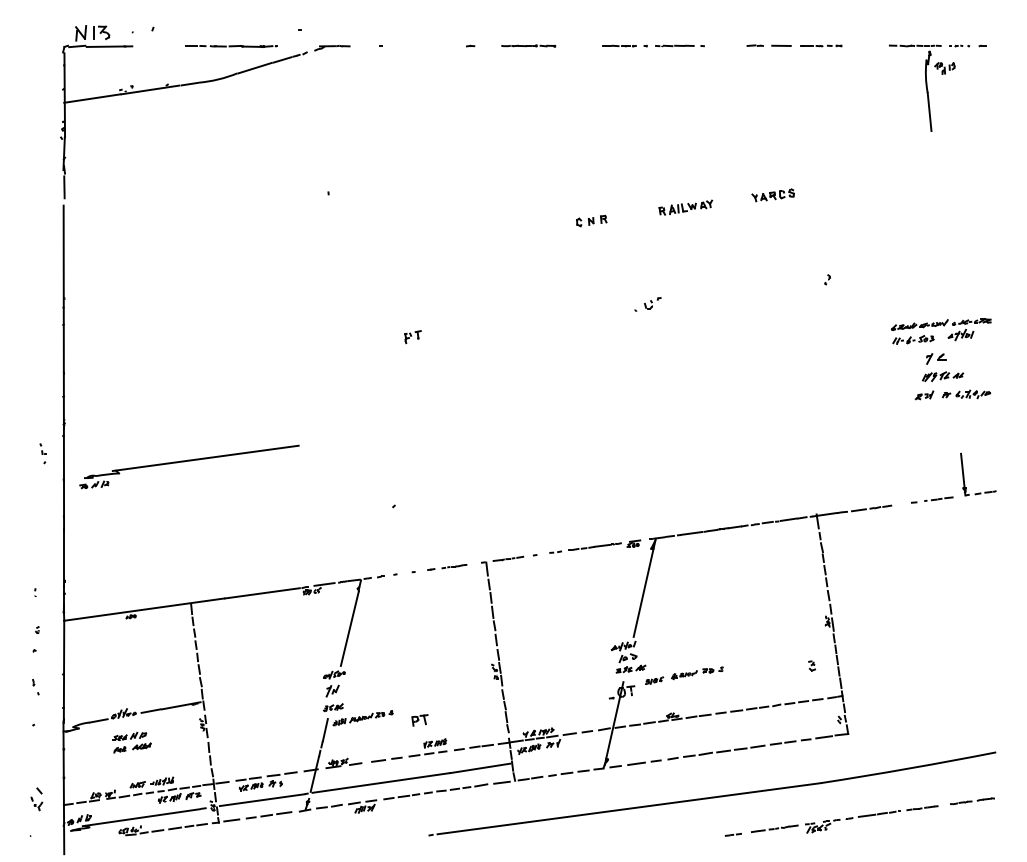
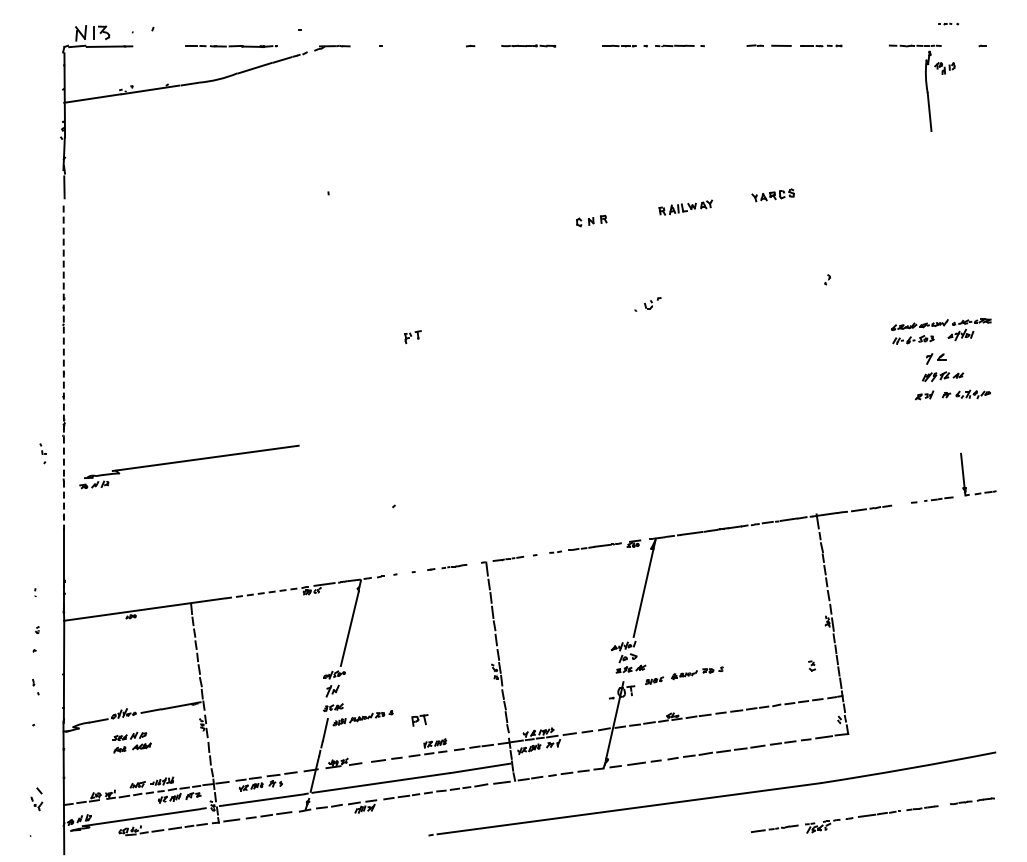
part at (959, 45) position: (959, 45) -> (948, 23)
line at (63, 368): solid -> dashed
line at (262, 593): solid -> dashed
line at (732, 834): present -> none
